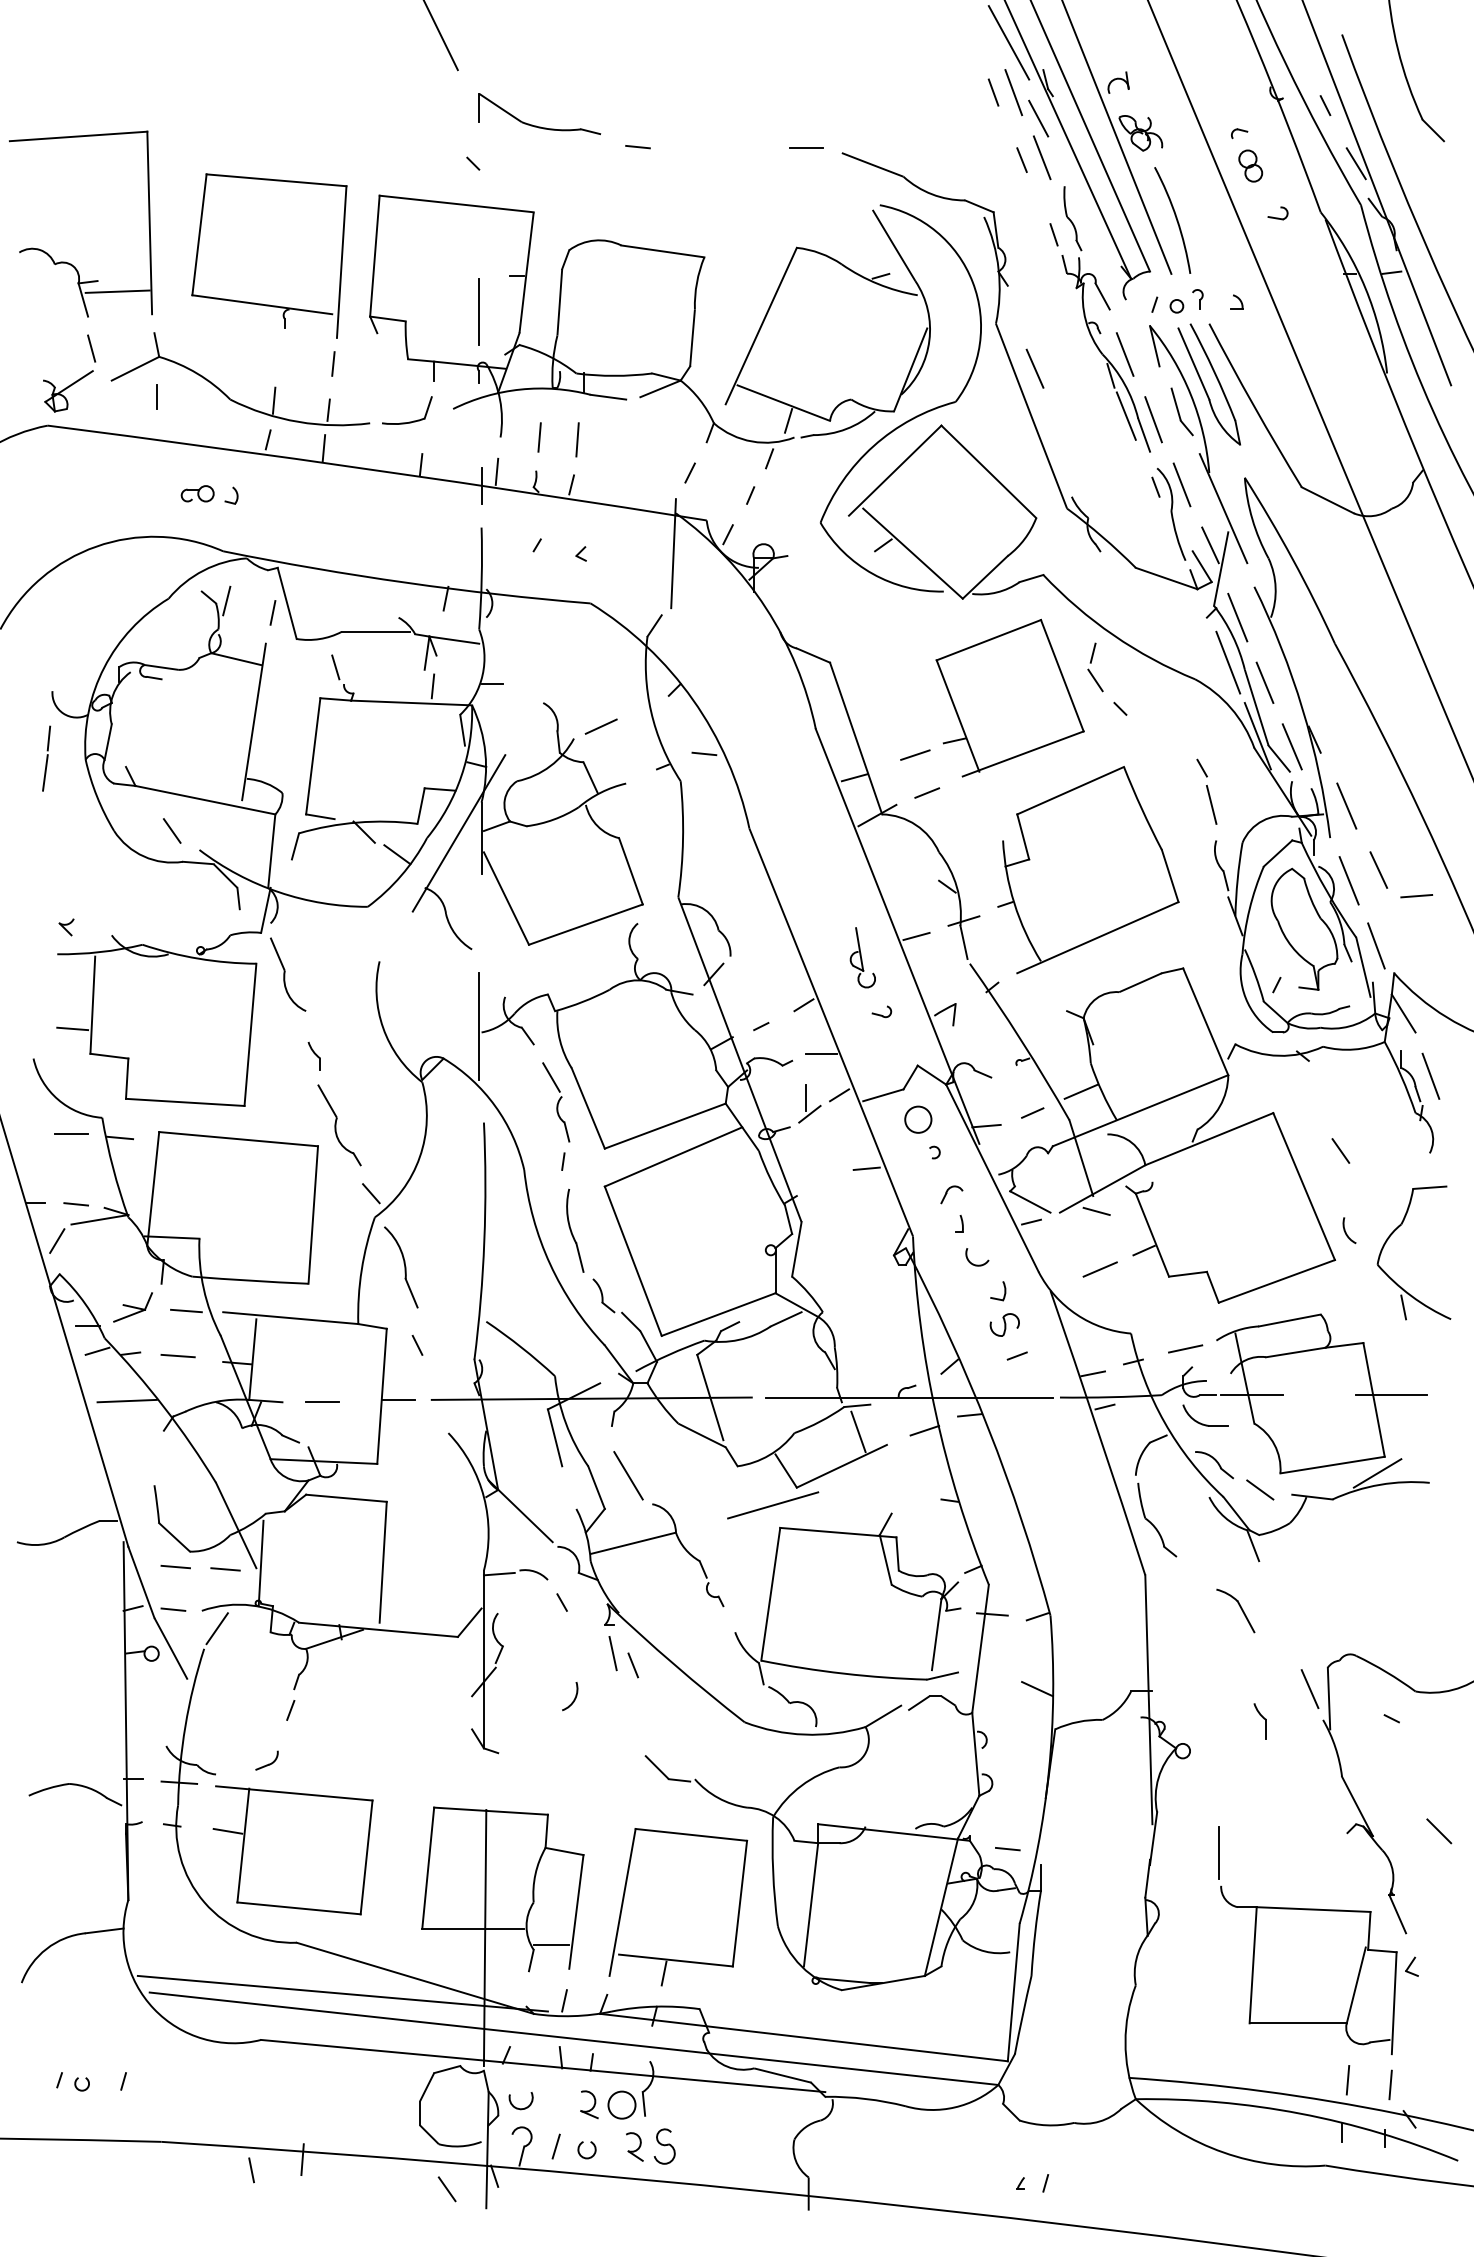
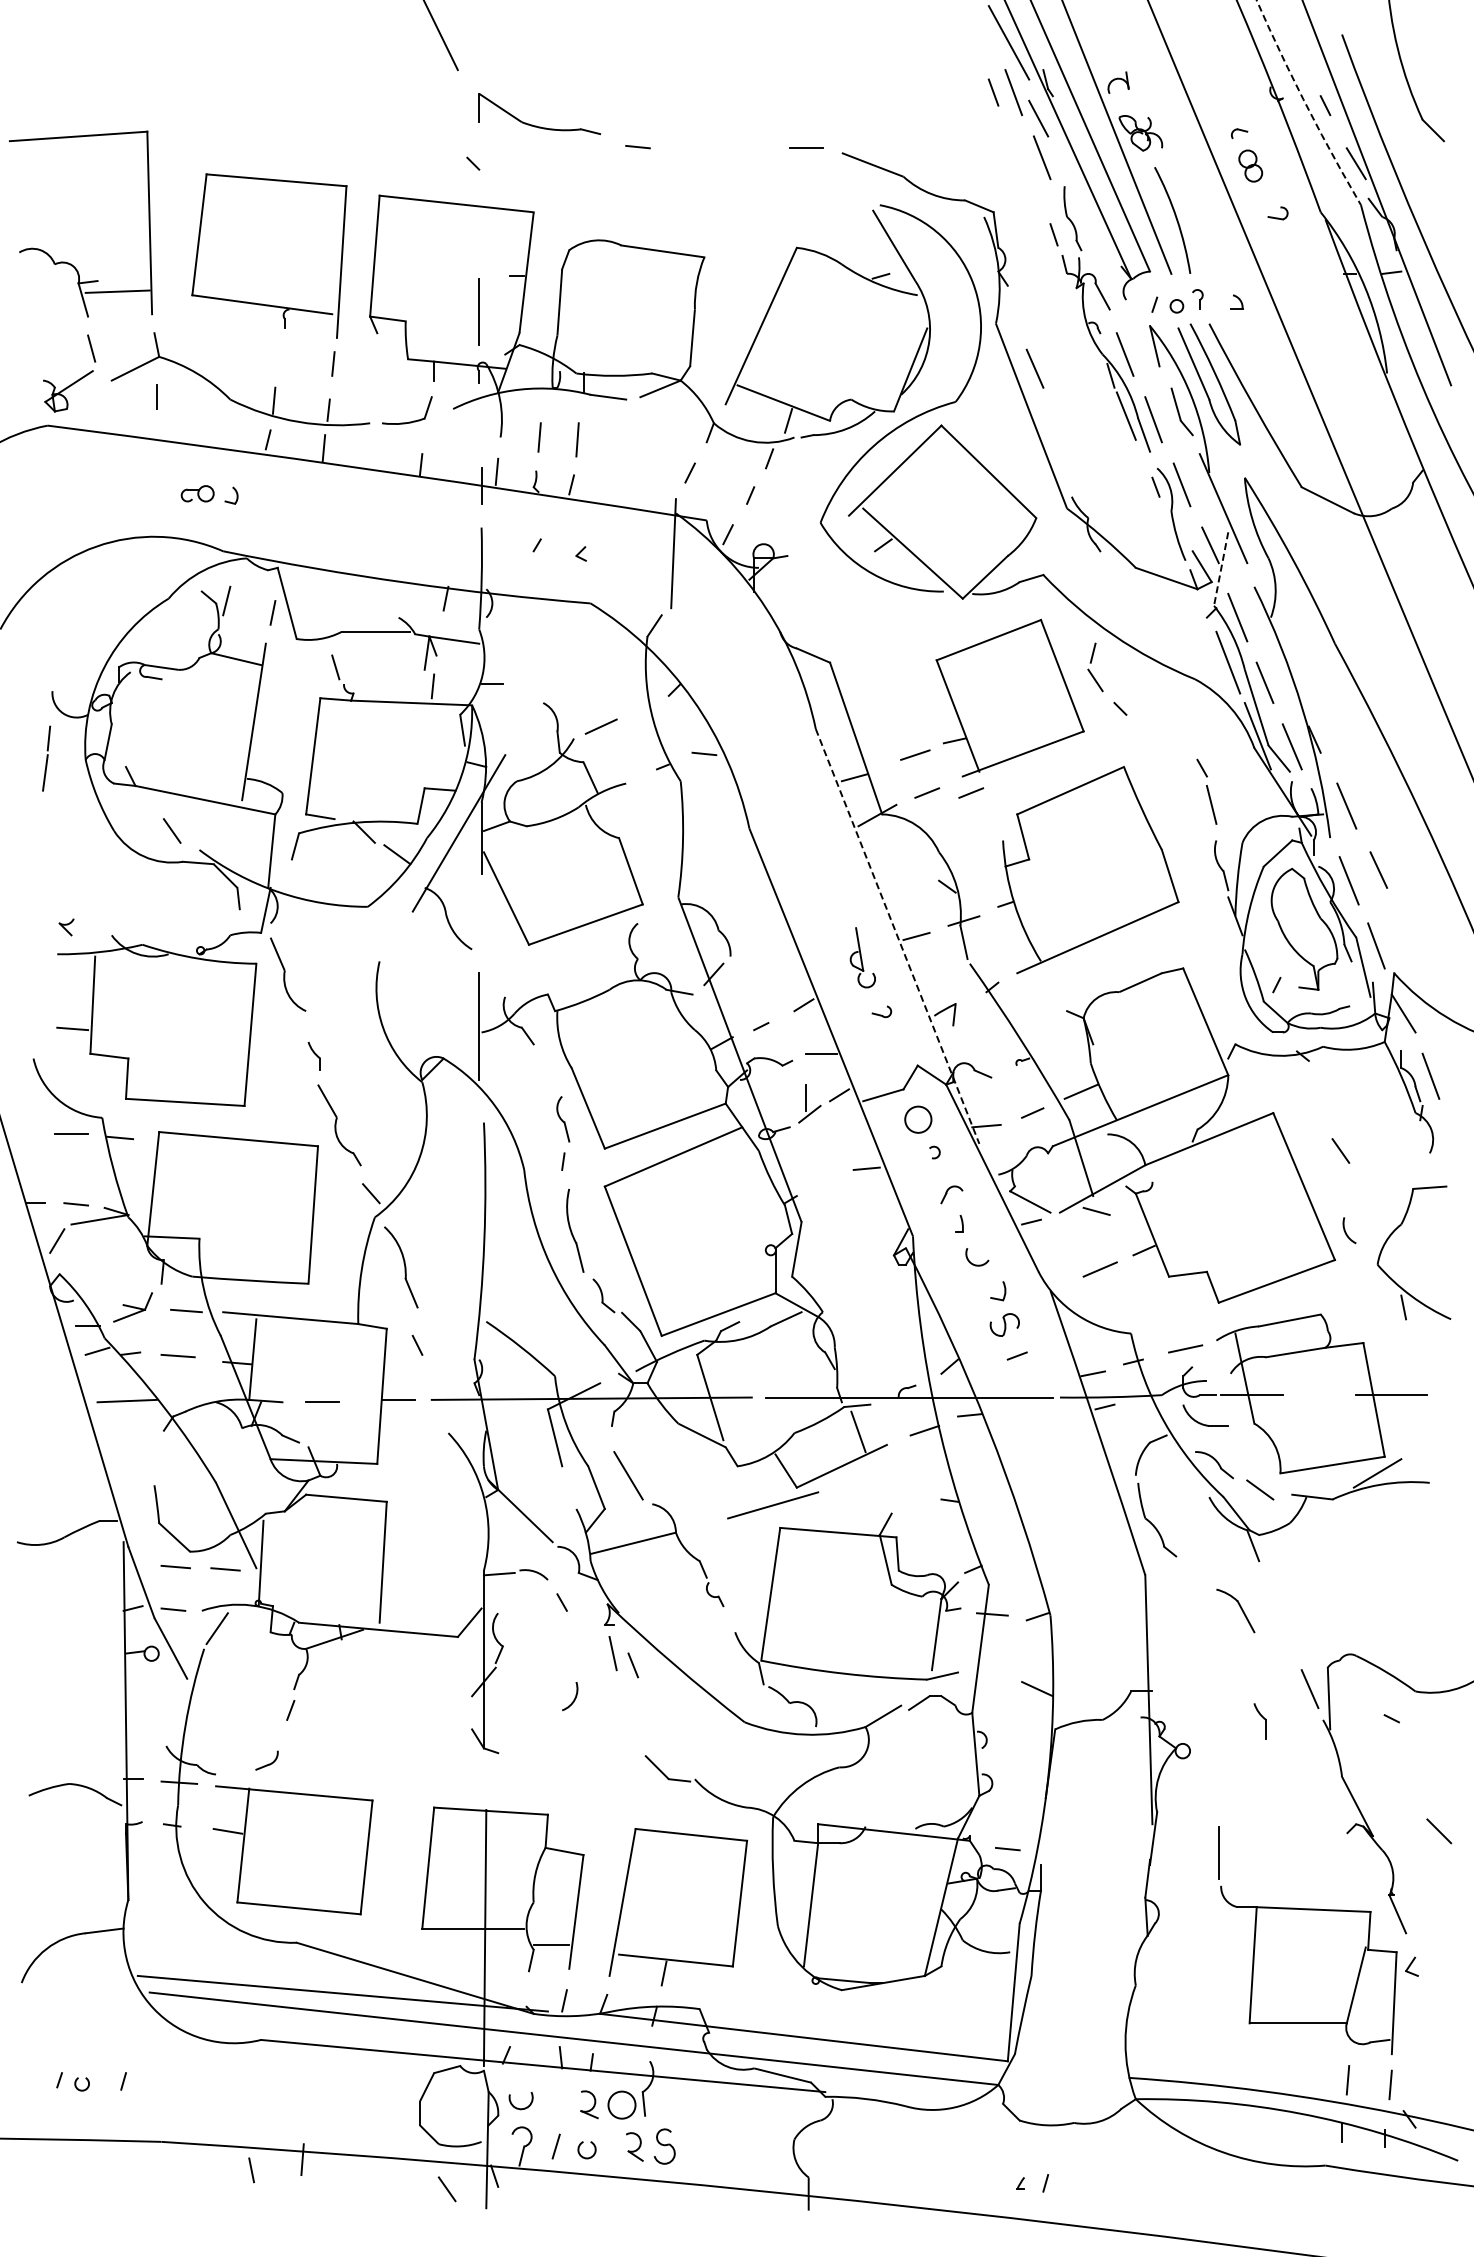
arc at (1305, 103): solid -> dashed
line at (1021, 160): present -> none
line at (1221, 569): solid -> dashed
line at (971, 792): none -> present
line at (1416, 896): present -> none
line at (897, 936): solid -> dashed
line at (551, 1077): present -> none
